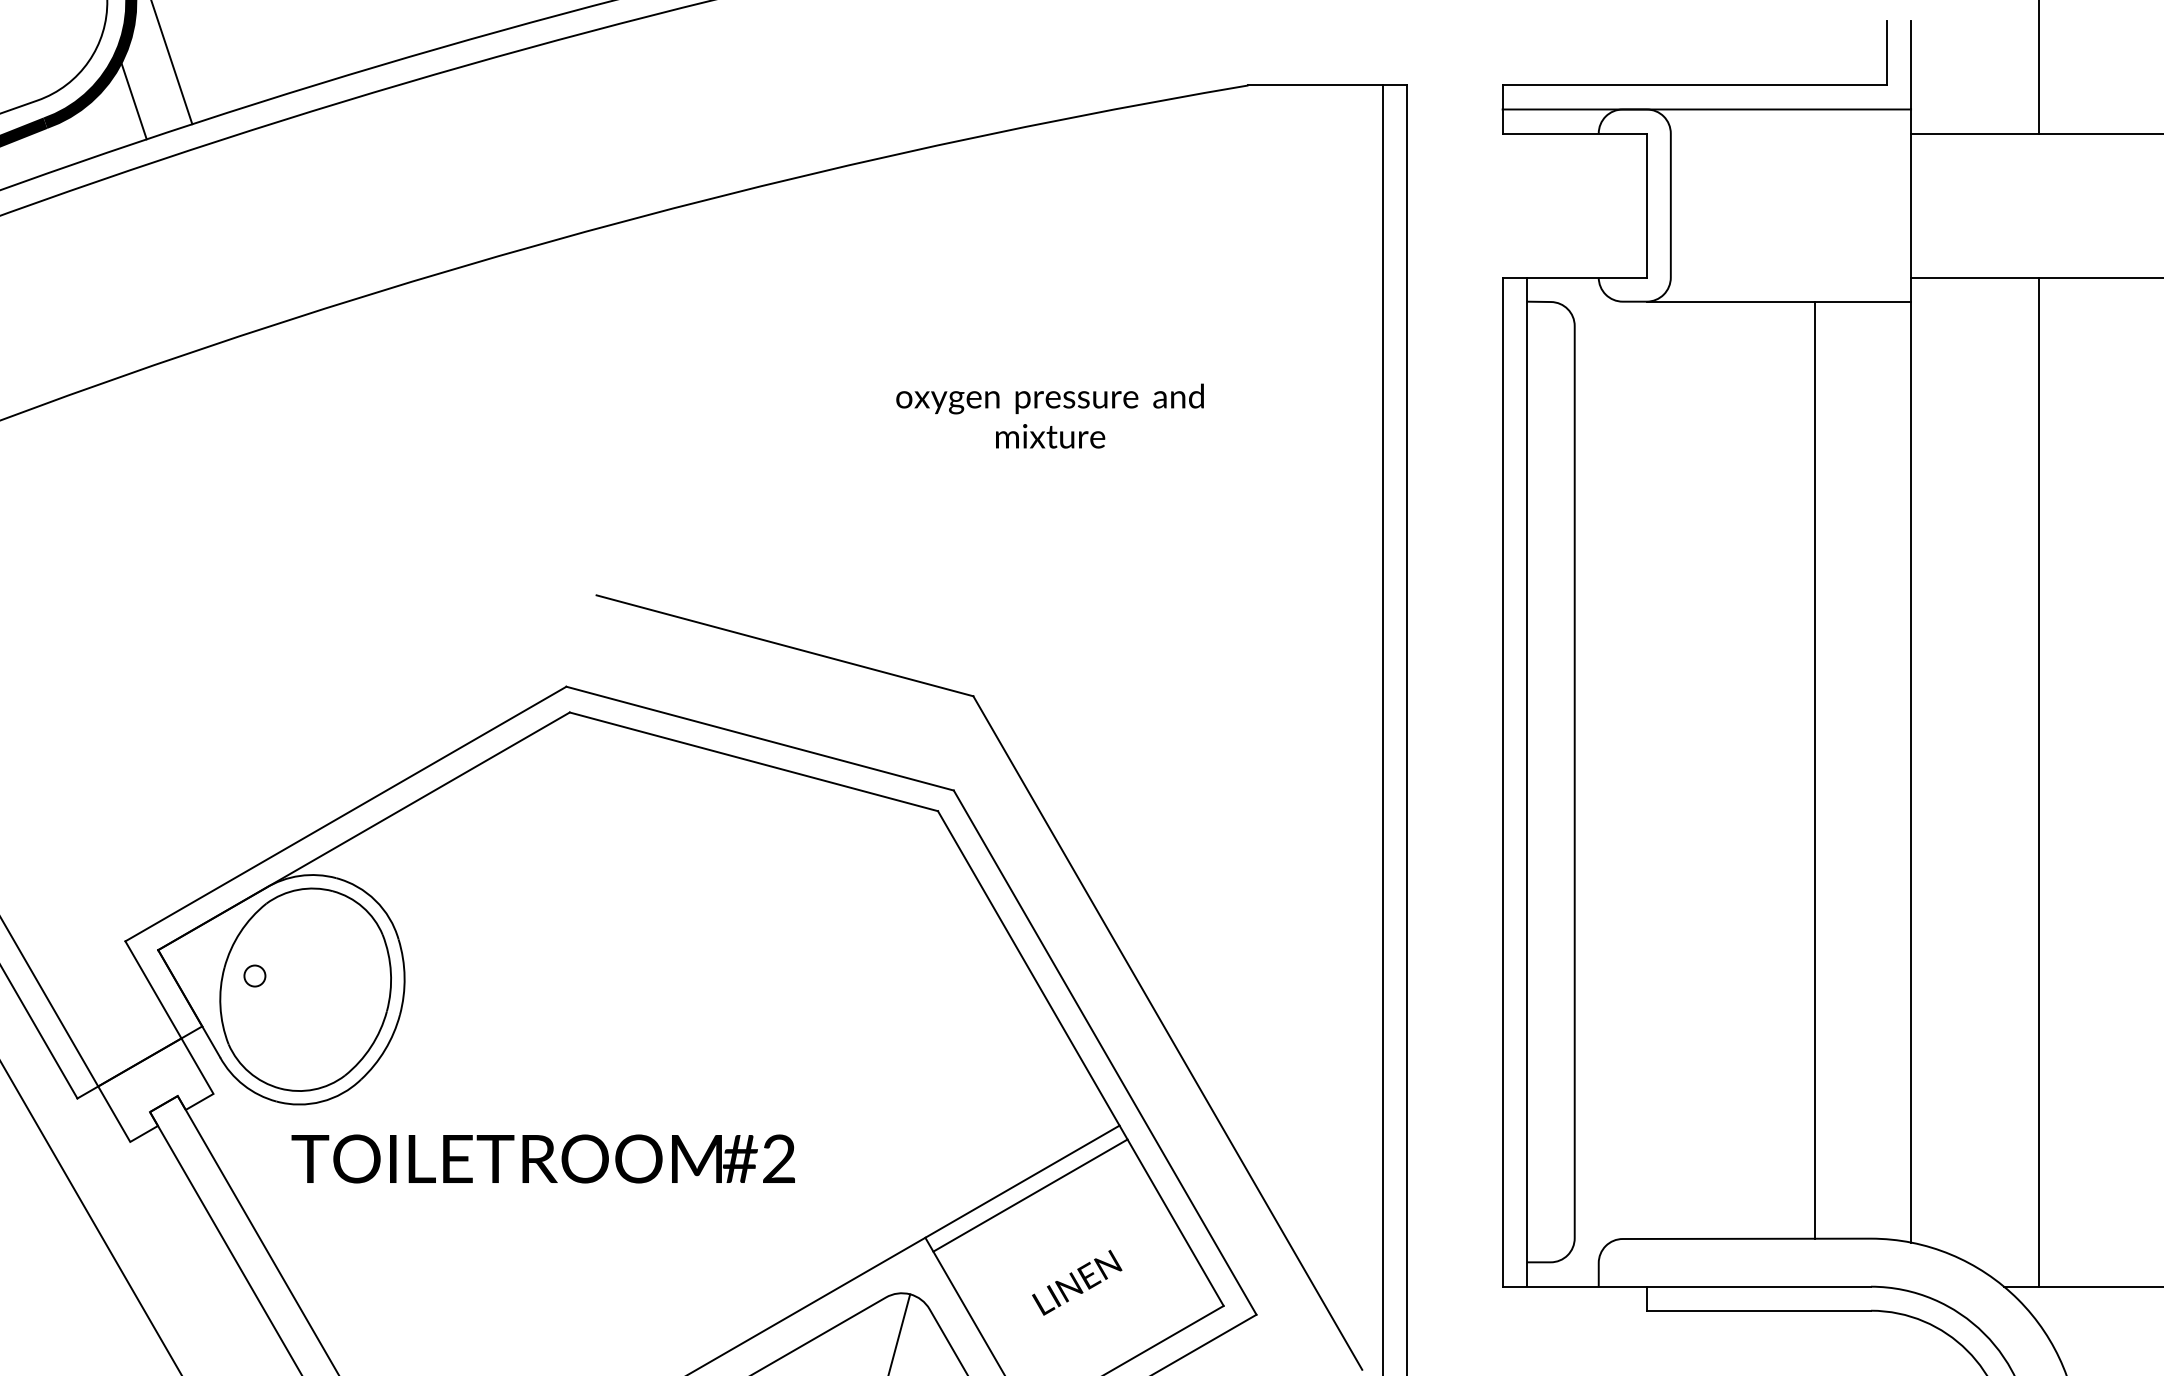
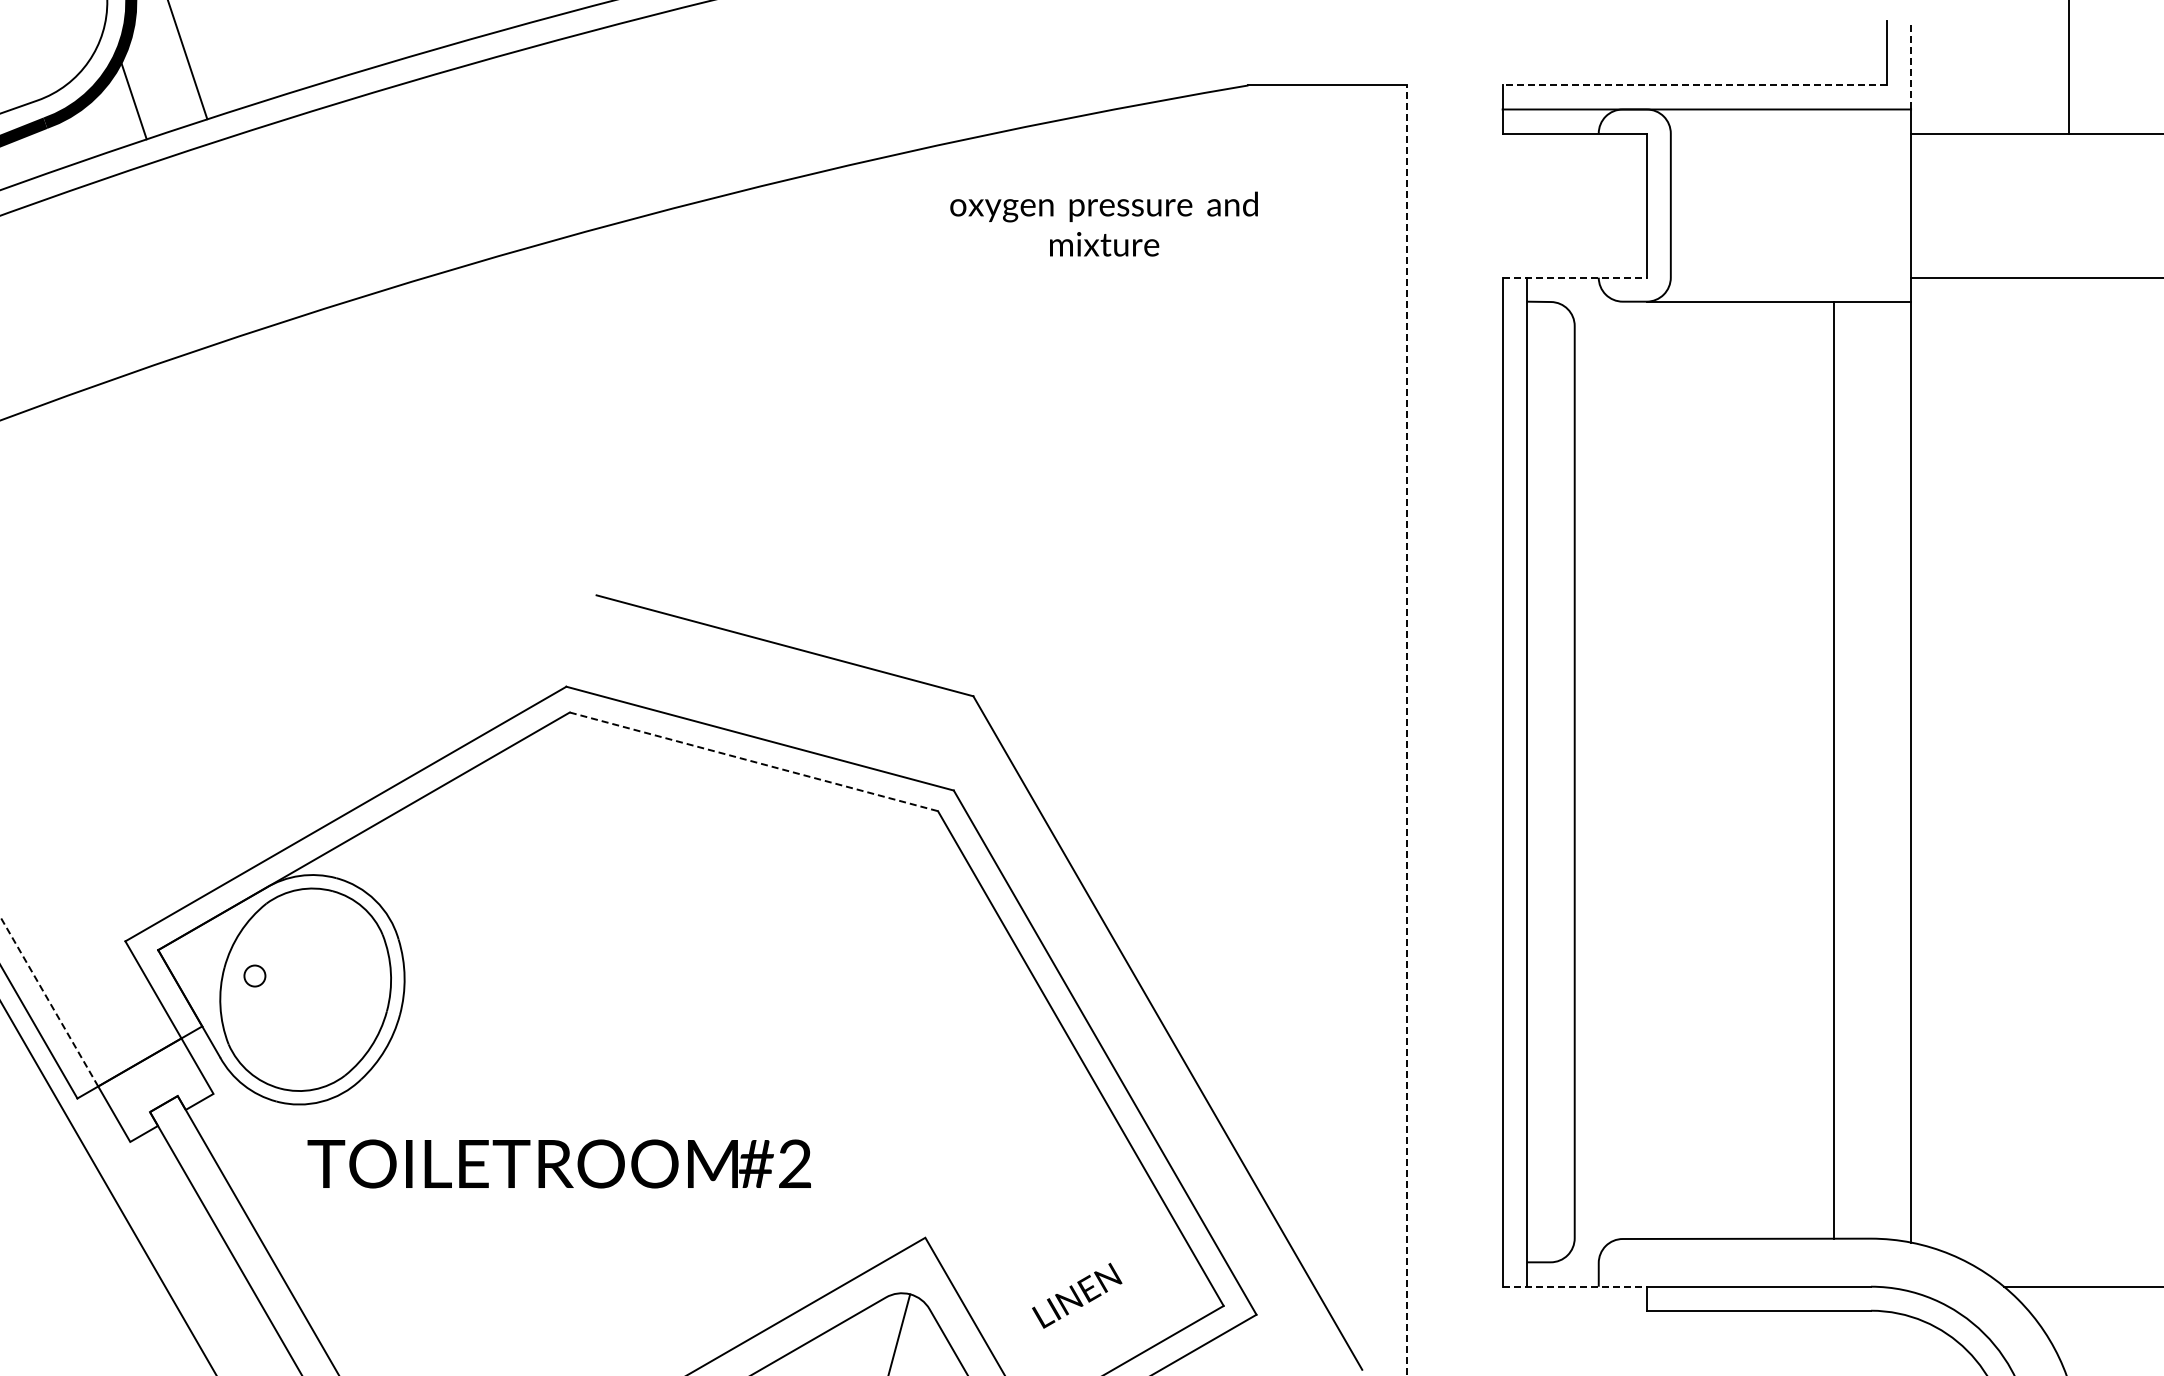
line at (172, 63) position: (172, 63) -> (187, 60)
line at (1911, 64): solid -> dashed
line at (2039, 67) position: (2039, 67) -> (2069, 67)
line at (1694, 85): solid -> dashed
line at (1575, 277): solid -> dashed
text at (1049, 415) position: (1049, 415) -> (1103, 223)
line at (1382, 728): present -> none
line at (1406, 730): solid -> dashed
line at (753, 761): solid -> dashed
line at (1814, 769) position: (1814, 769) -> (1833, 769)
line at (2039, 781): present -> none
line at (49, 1001): solid -> dashed
text at (542, 1158) position: (542, 1158) -> (558, 1163)
line at (1022, 1181): present -> none
line at (1030, 1195): present -> none
line at (91, 1218) position: (91, 1218) -> (108, 1188)
text at (1077, 1282) position: (1077, 1282) -> (1077, 1295)
line at (1575, 1286): solid -> dashed
